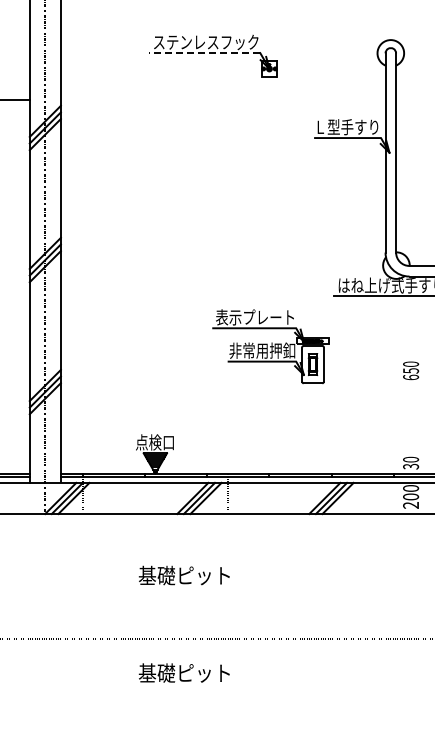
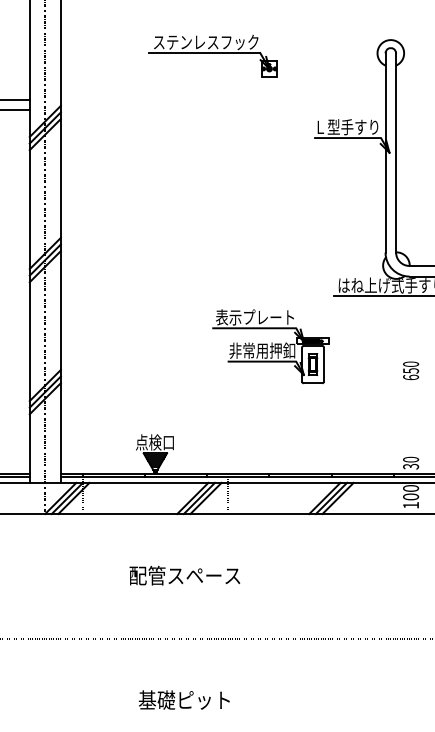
line at (204, 53): dashed -> solid
line at (15, 109): none -> present
text at (410, 505): 200 -> 100
text at (184, 575): 基礎ピット -> 配管スペース
text at (183, 672) position: (183, 672) -> (183, 699)
